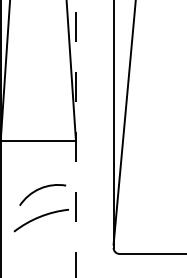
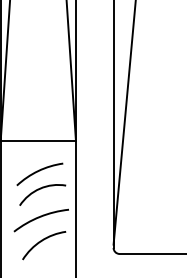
line at (75, 139): dashed -> solid
arc at (37, 172): none -> present
arc at (41, 242): none -> present
